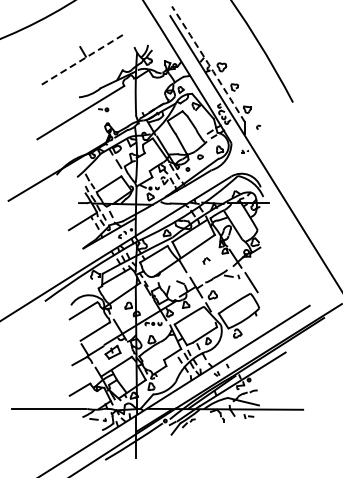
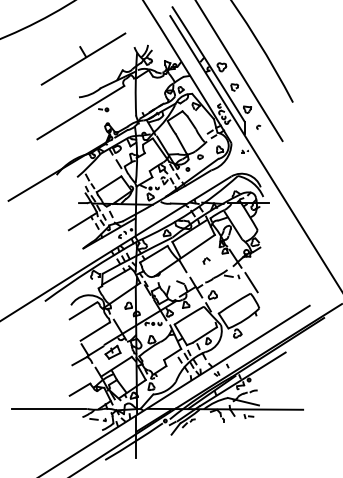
line at (83, 59): dashed -> solid
arc at (208, 64): dashed -> solid
line at (239, 71): none -> present
